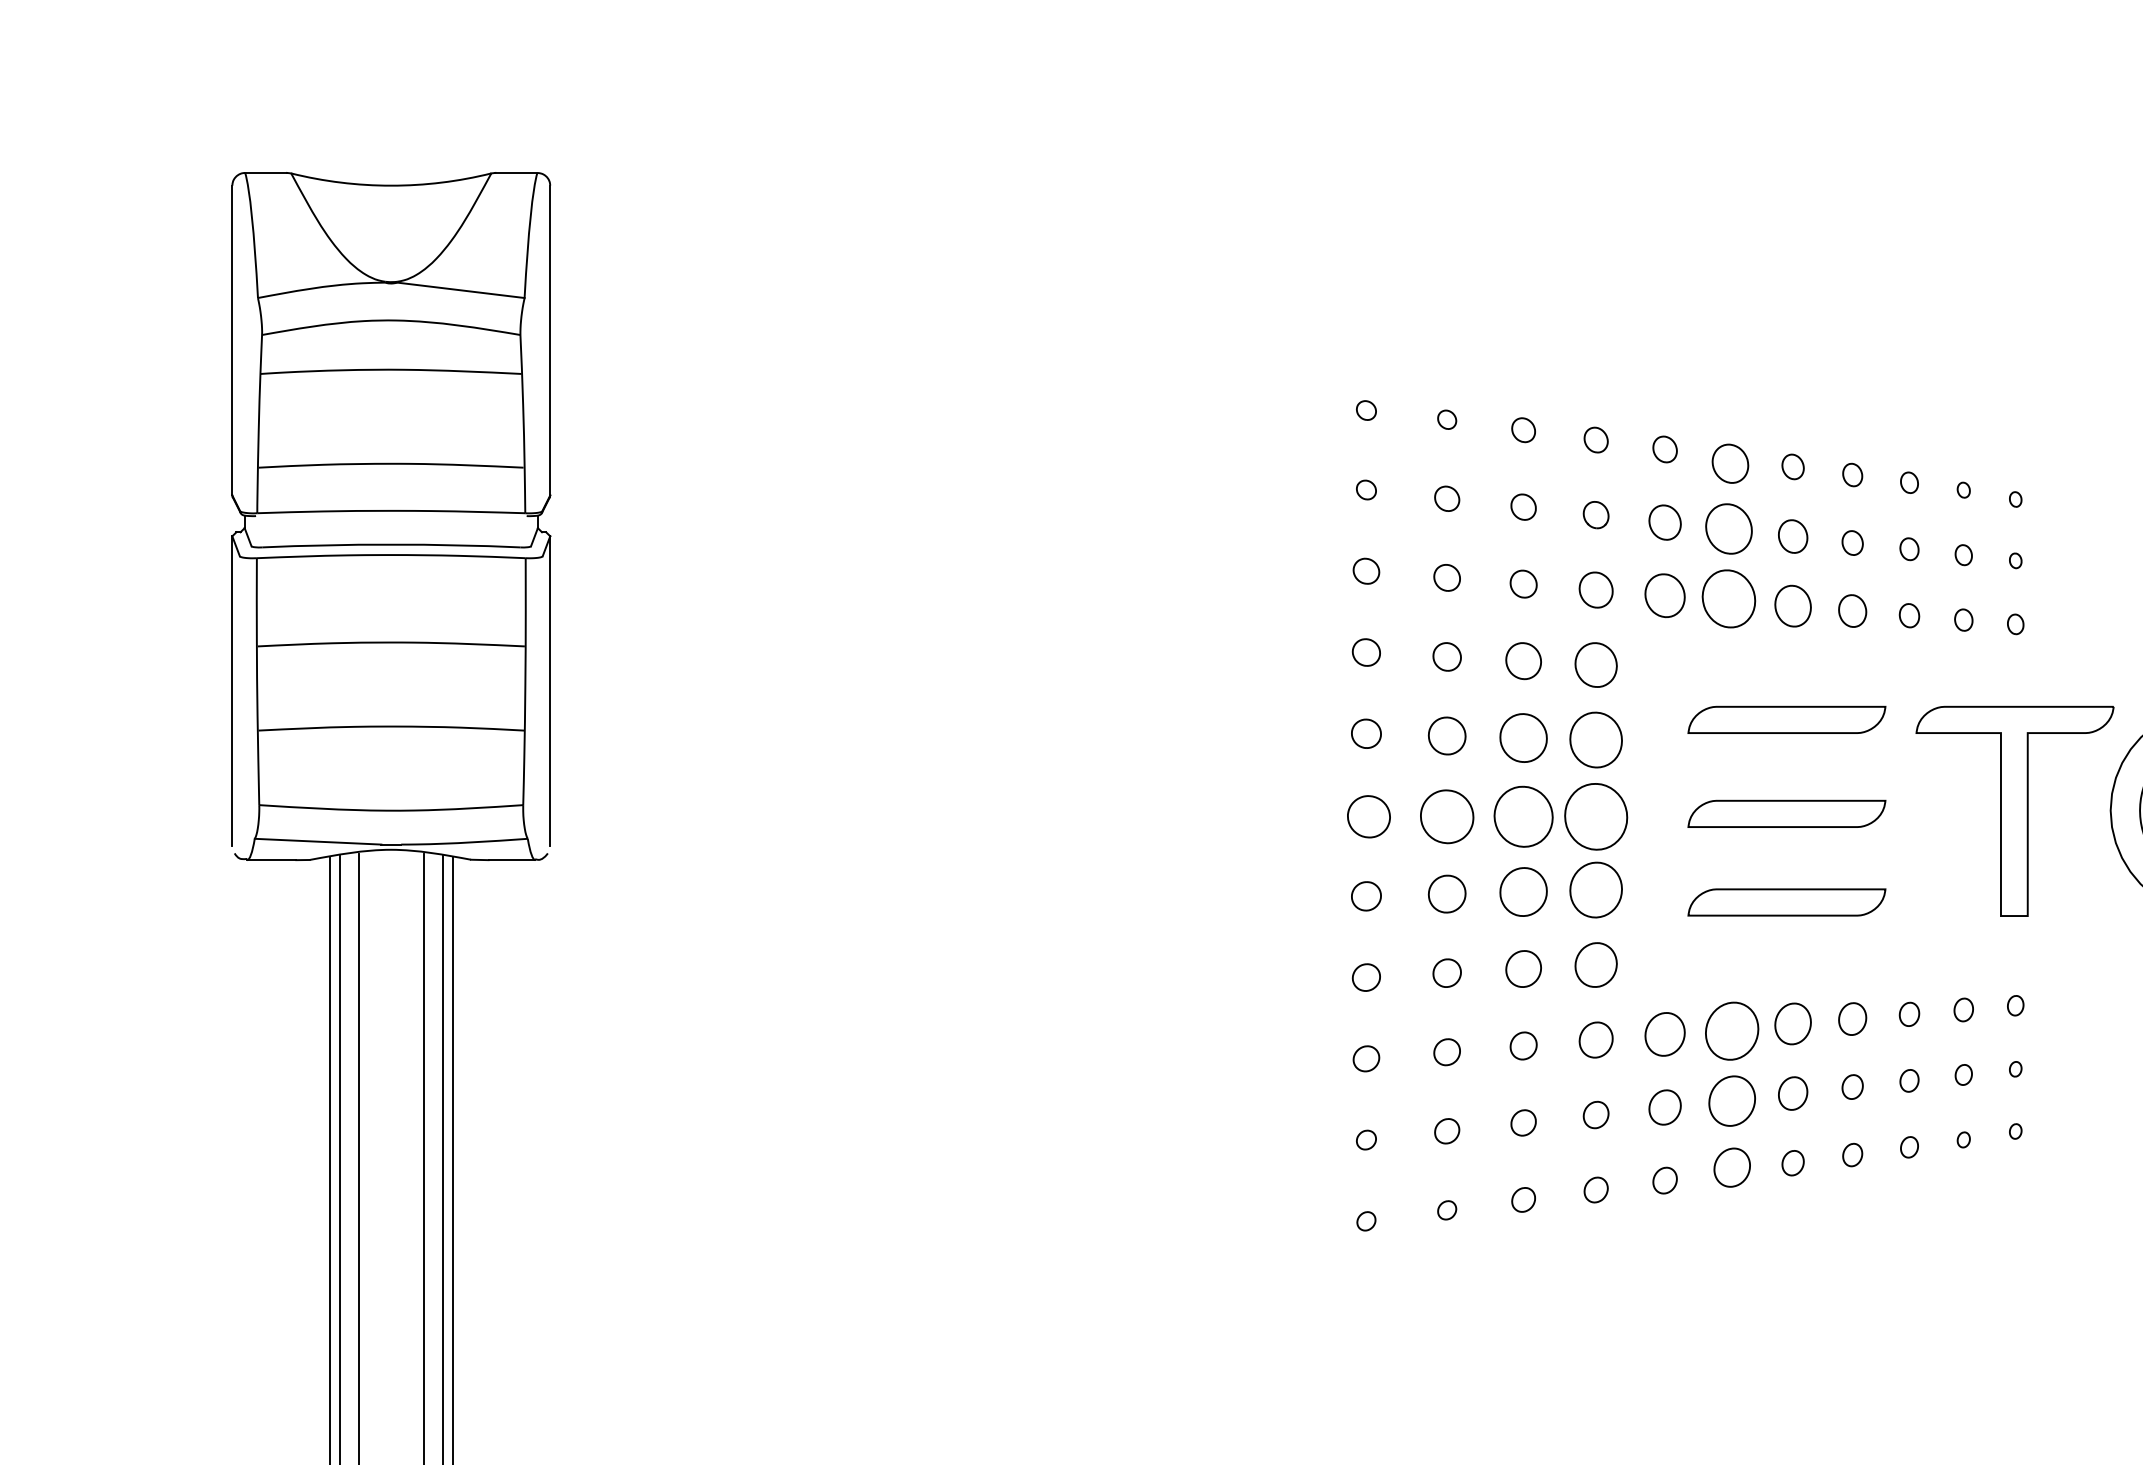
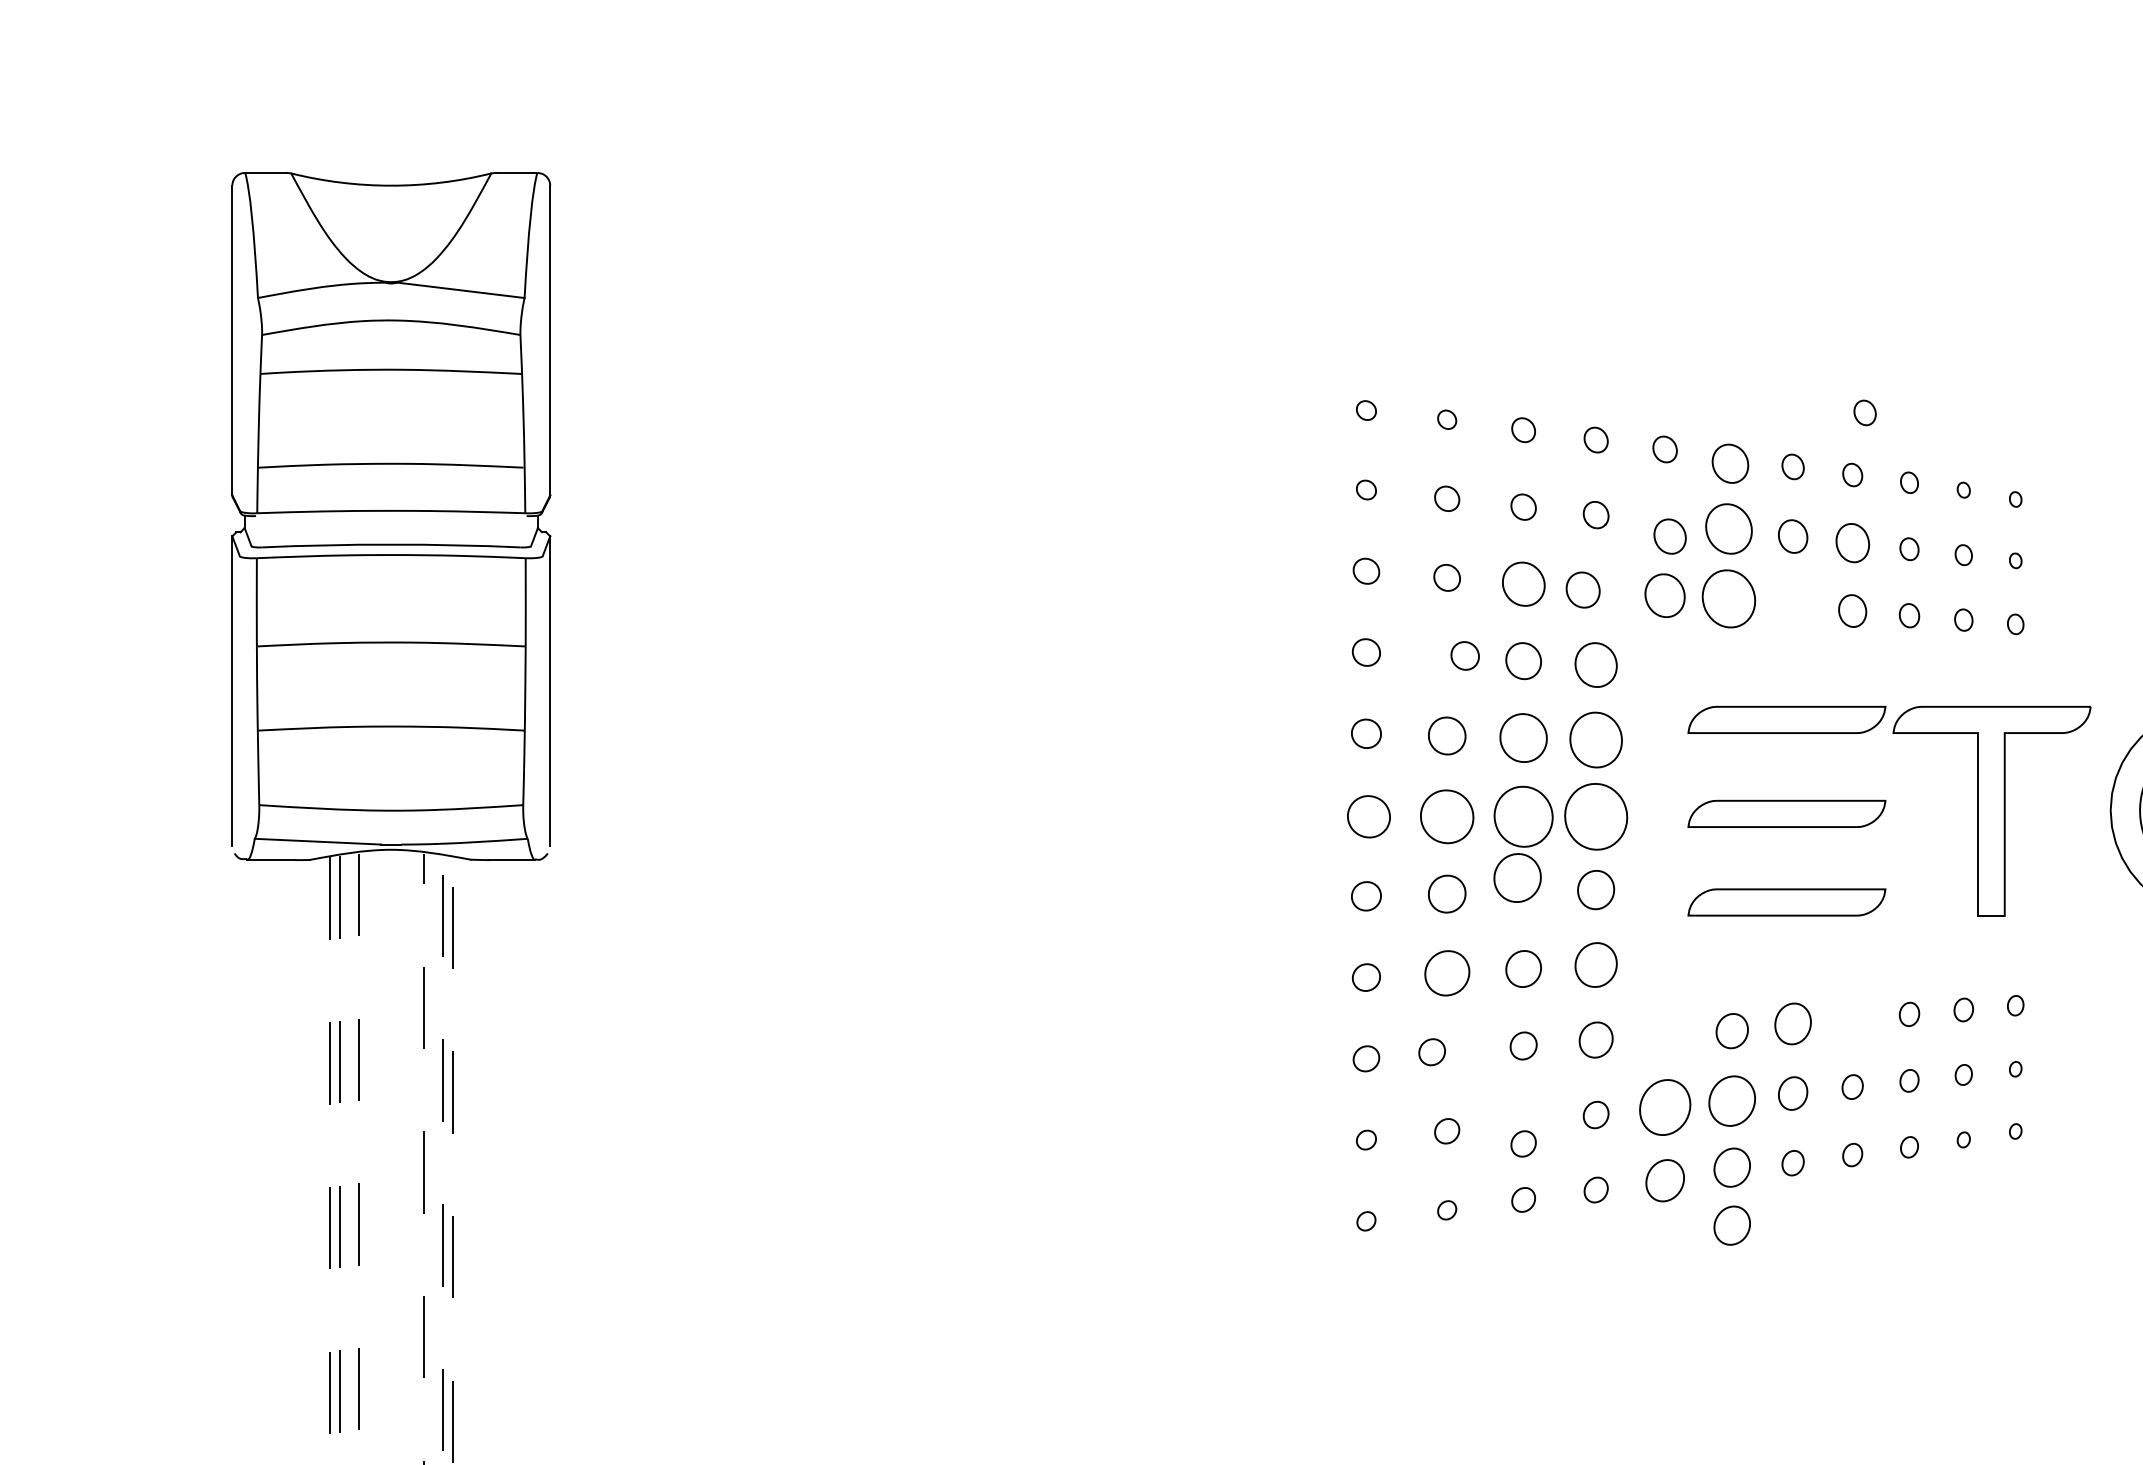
part at (1864, 412): none -> present
part at (1664, 522) position: (1664, 522) -> (1669, 536)
part at (1852, 542) size: 23x26 px -> 36x41 px
part at (1523, 583) size: 29x30 px -> 44x46 px
part at (1595, 589) position: (1595, 589) -> (1582, 589)
part at (1792, 605): present -> none
part at (1446, 656) position: (1446, 656) -> (1464, 655)
part at (2014, 810) position: (2014, 810) -> (1991, 810)
part at (1595, 889) size: 54x58 px -> 39x41 px
part at (1523, 891) position: (1523, 891) -> (1517, 877)
part at (1446, 972) size: 30x30 px -> 47x47 px
part at (1852, 1018): present -> none
part at (1732, 1030) size: 55x60 px -> 34x37 px
part at (1664, 1034): present -> none
part at (1446, 1052) position: (1446, 1052) -> (1431, 1052)
part at (1664, 1107) size: 34x37 px -> 53x57 px
part at (1523, 1122) position: (1523, 1122) -> (1523, 1143)
line at (423, 1158): solid -> dashed
line at (358, 1159): solid -> dashed
line at (339, 1160): solid -> dashed
line at (442, 1160): solid -> dashed
line at (452, 1160): solid -> dashed
line at (329, 1161): solid -> dashed
part at (1664, 1180) size: 26x29 px -> 40x44 px
part at (1731, 1225): none -> present
